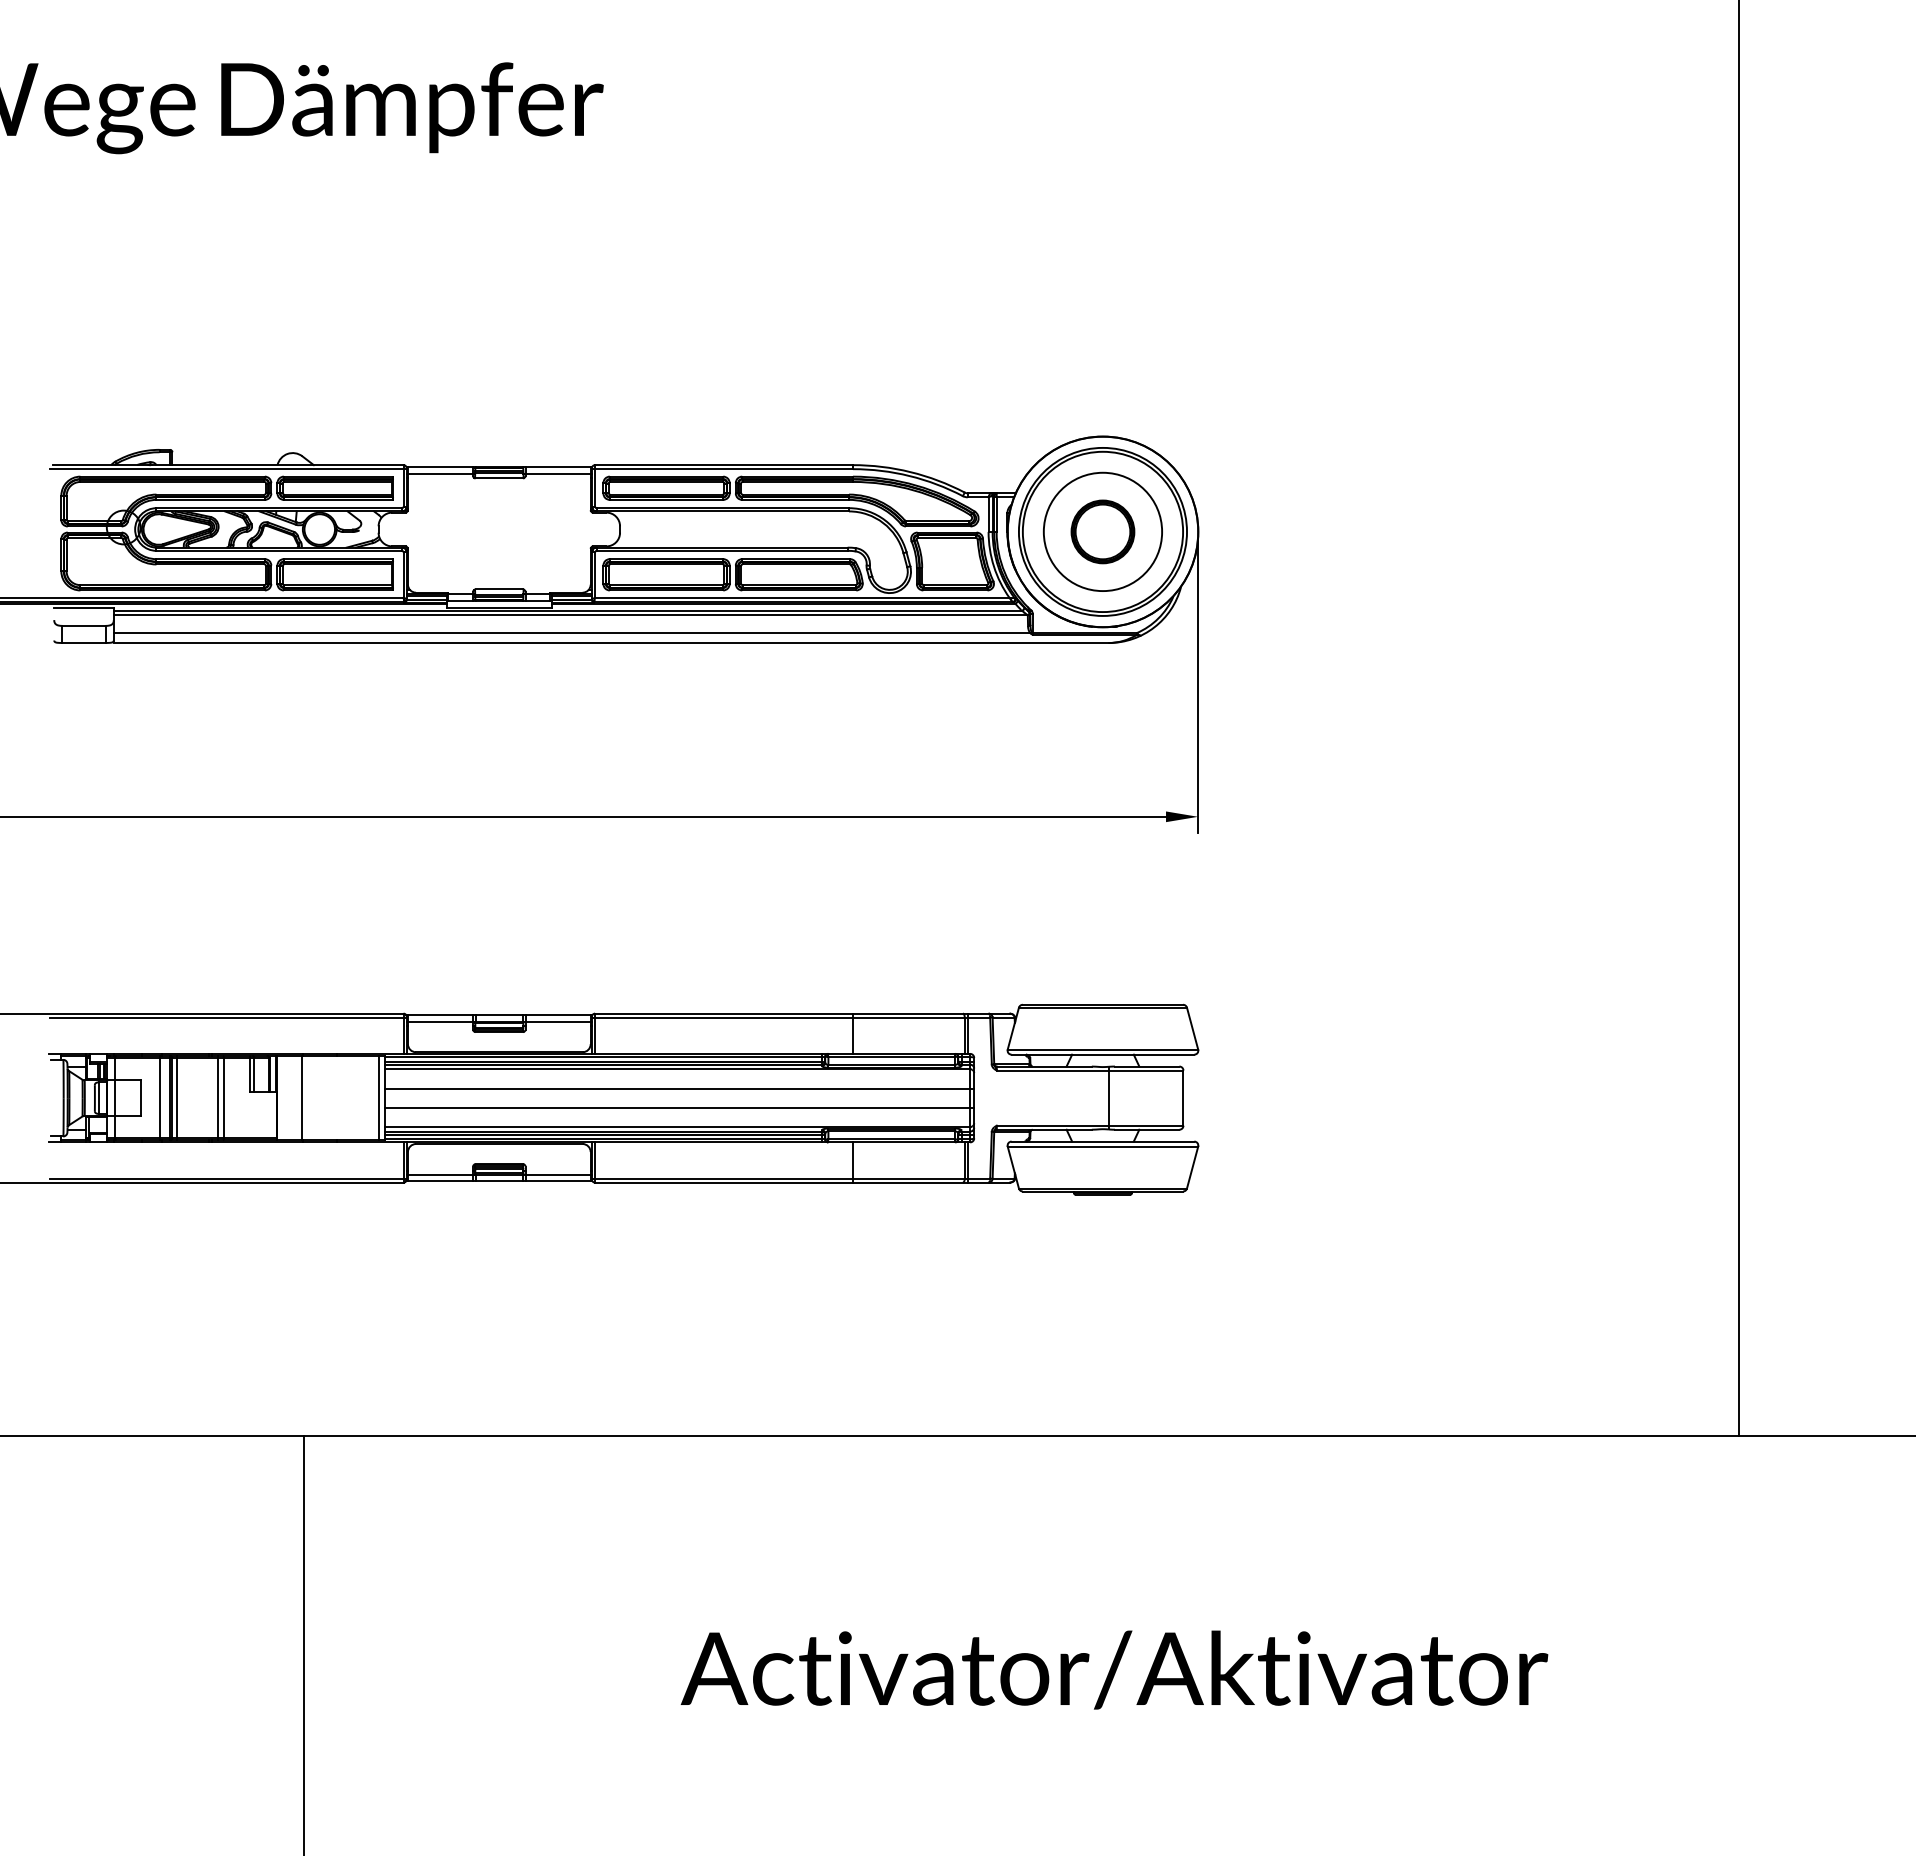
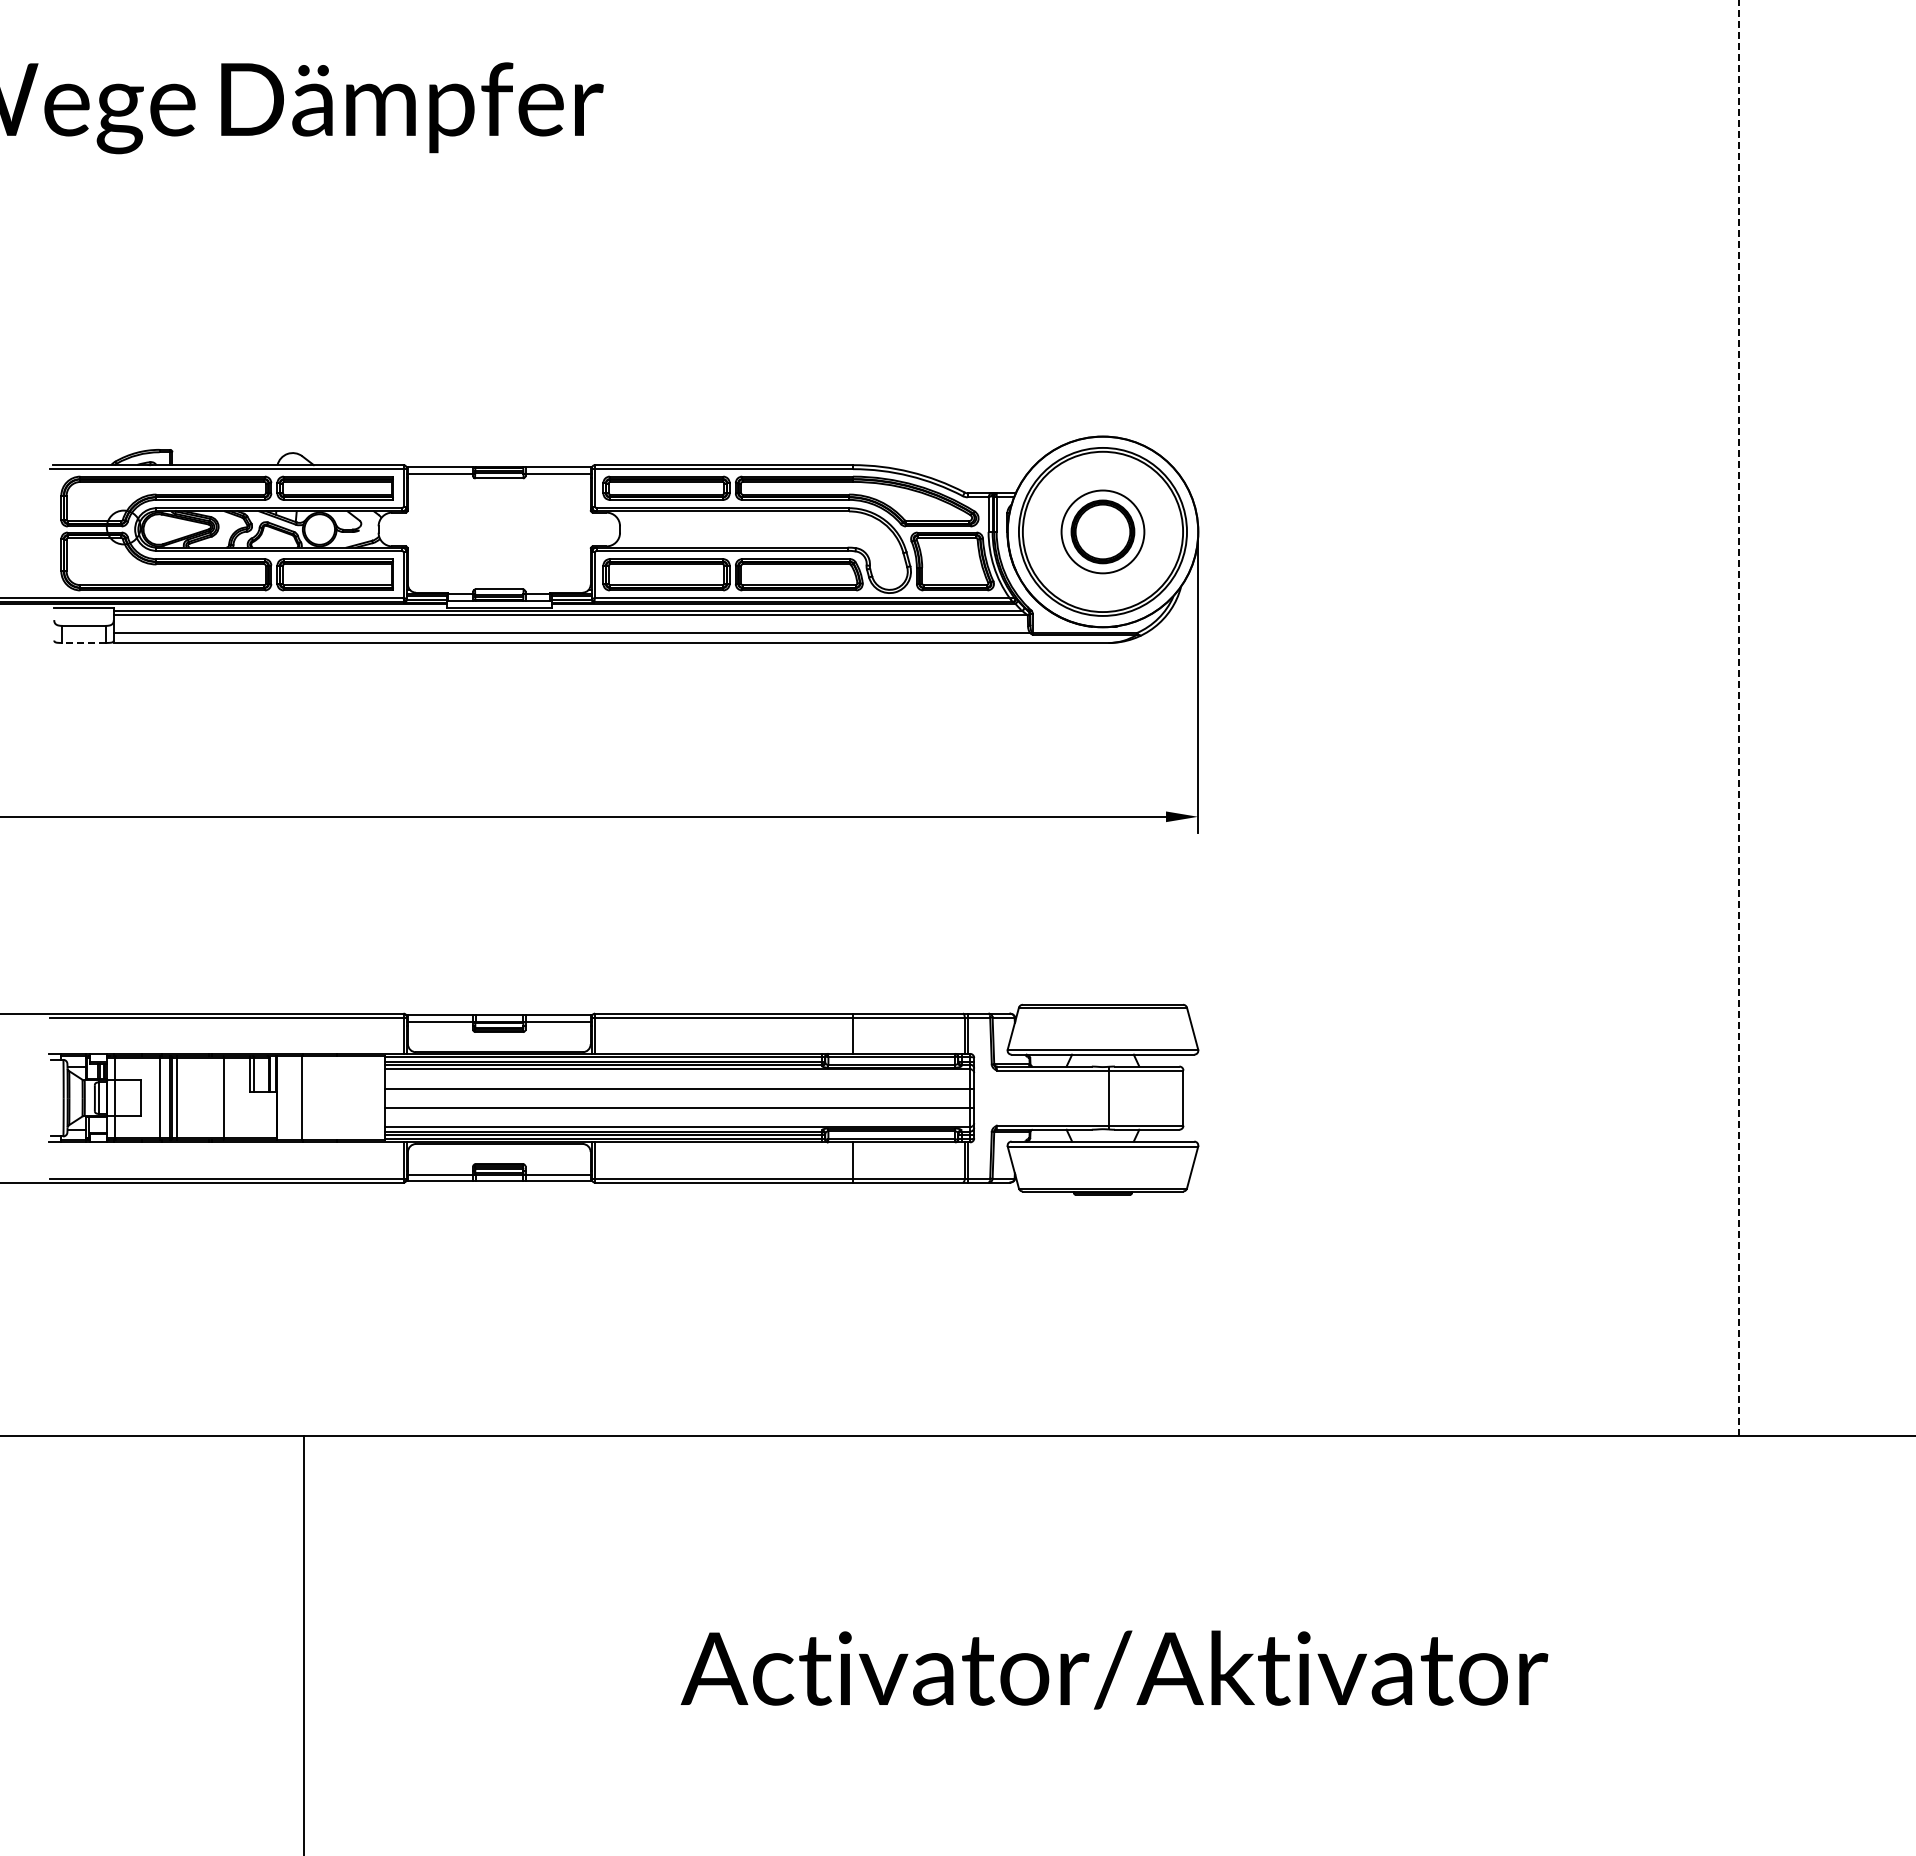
circle at (1102, 531) diameter: 118 px -> 83 px
line at (84, 642): solid -> dashed
line at (1738, 717): solid -> dashed
line at (218, 1097): present -> none
line at (378, 1097): present -> none
